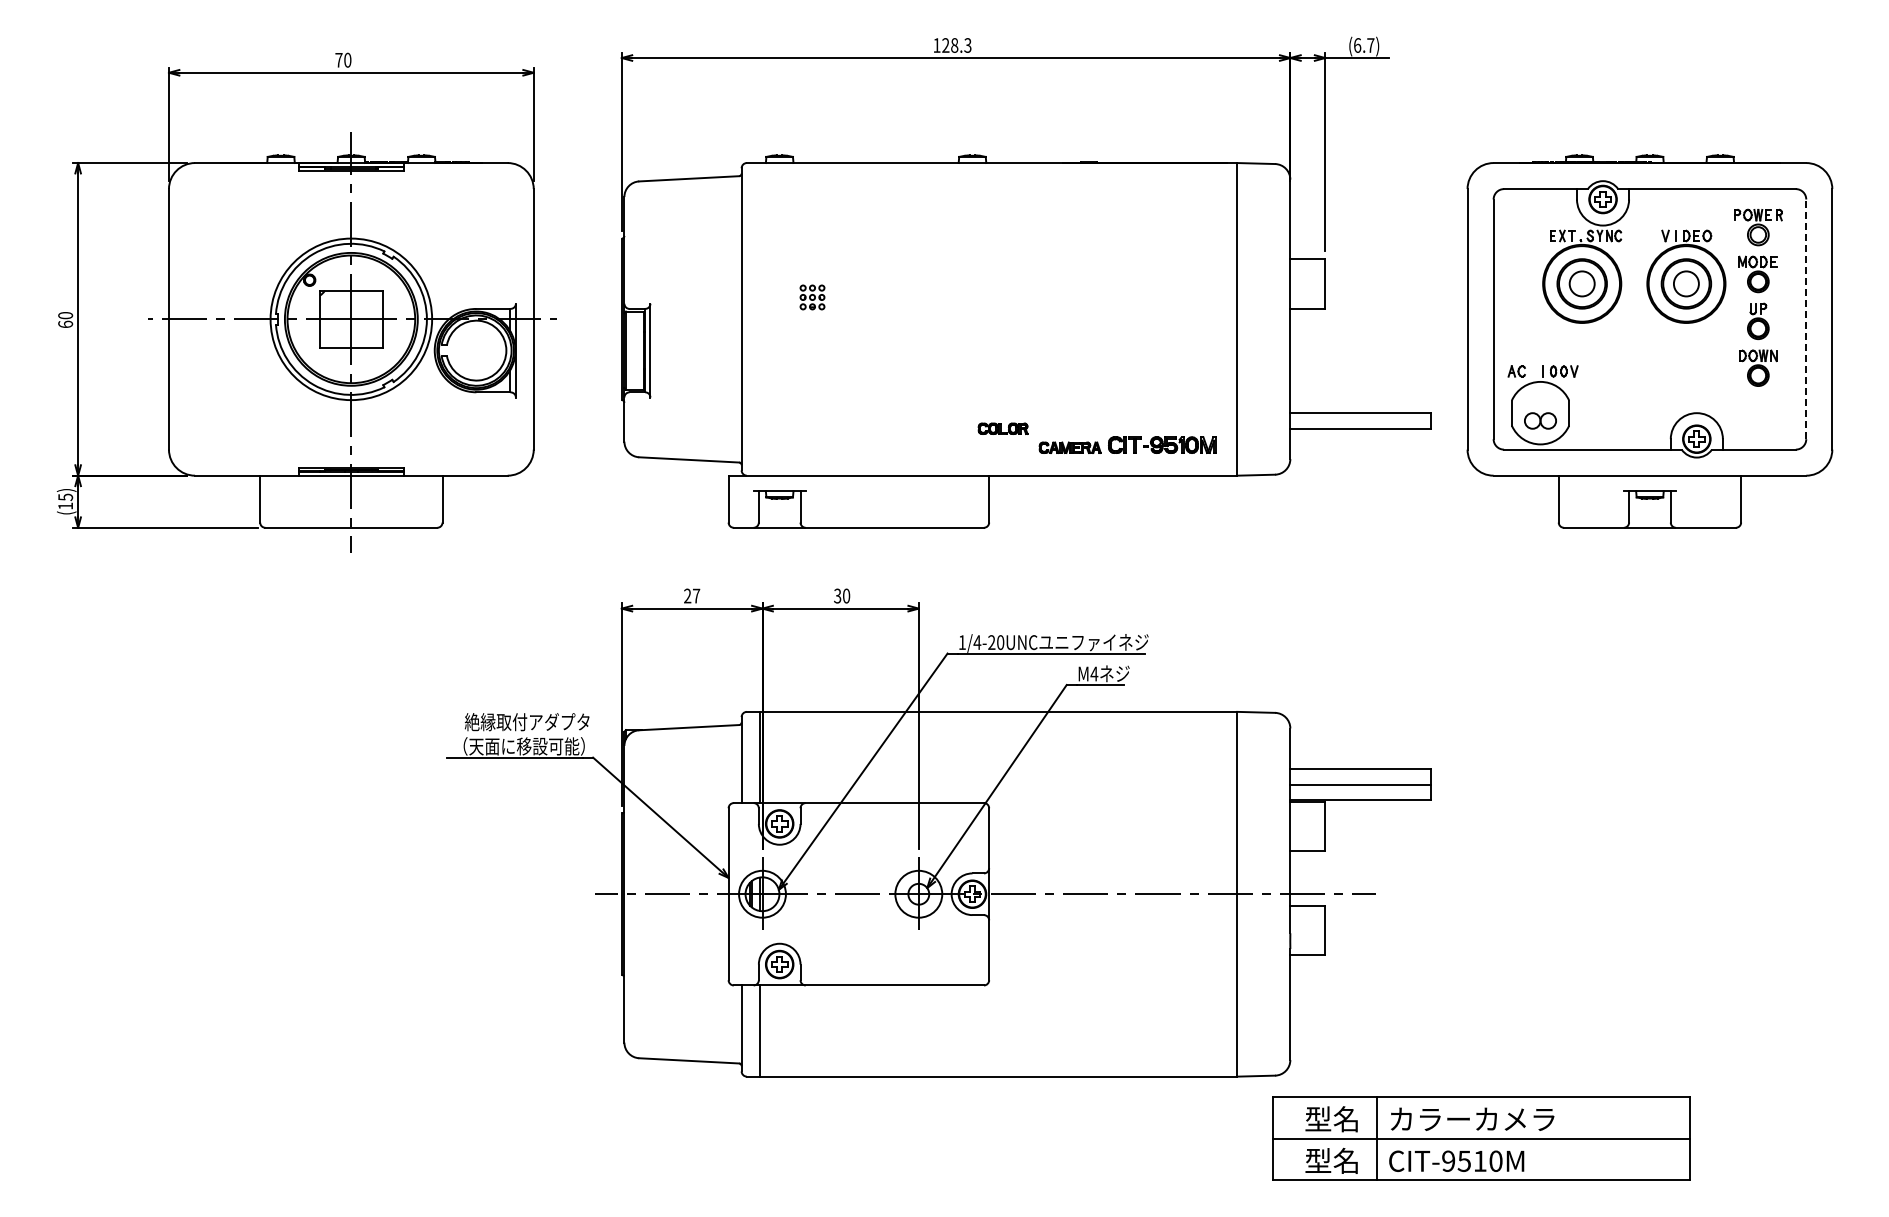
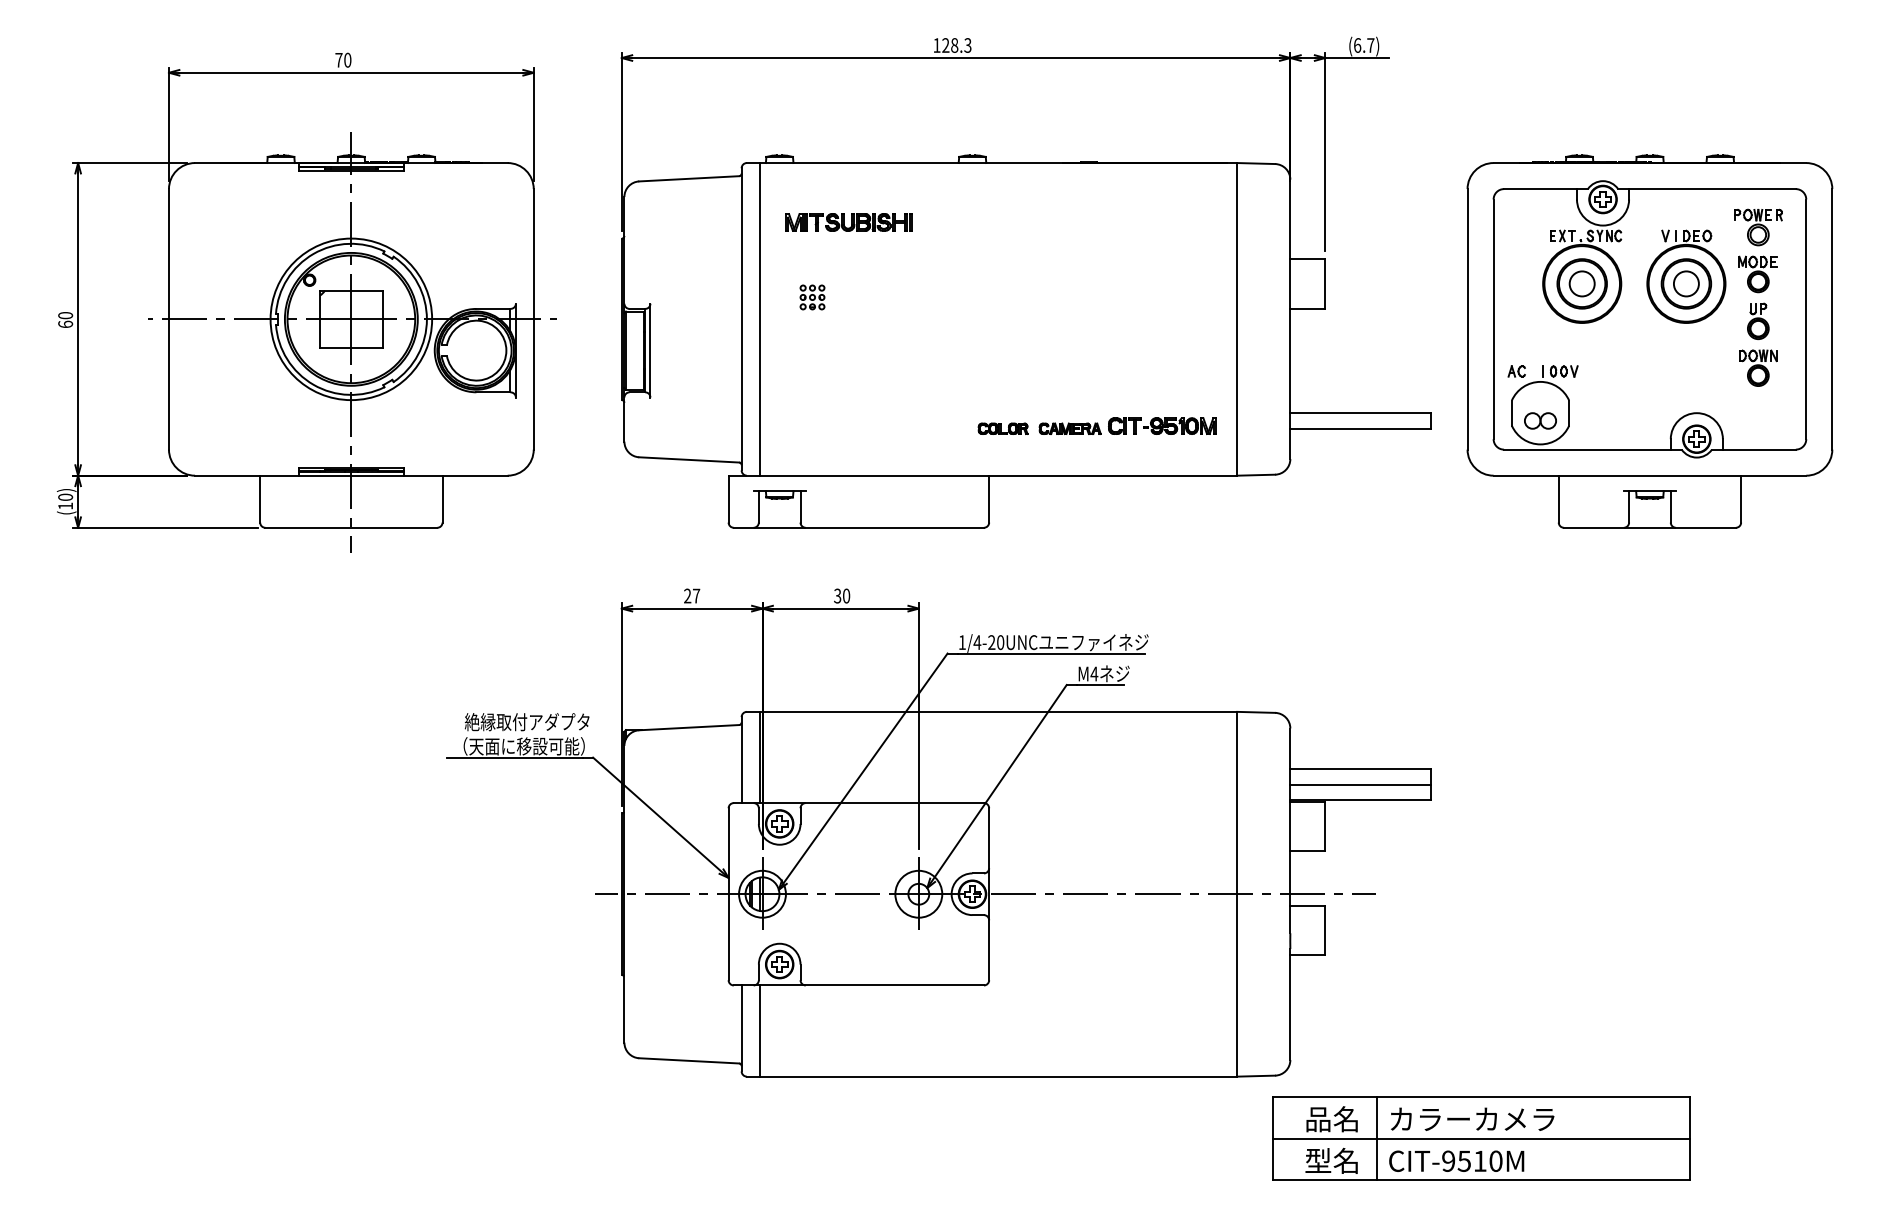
part at (848, 222): none -> present
line at (759, 319): none -> present
line at (1806, 319): dashed -> solid
part at (1127, 444) position: (1127, 444) -> (1127, 425)
text at (65, 497): (15) -> (10)
text at (1318, 1119): 型名 -> 品名
